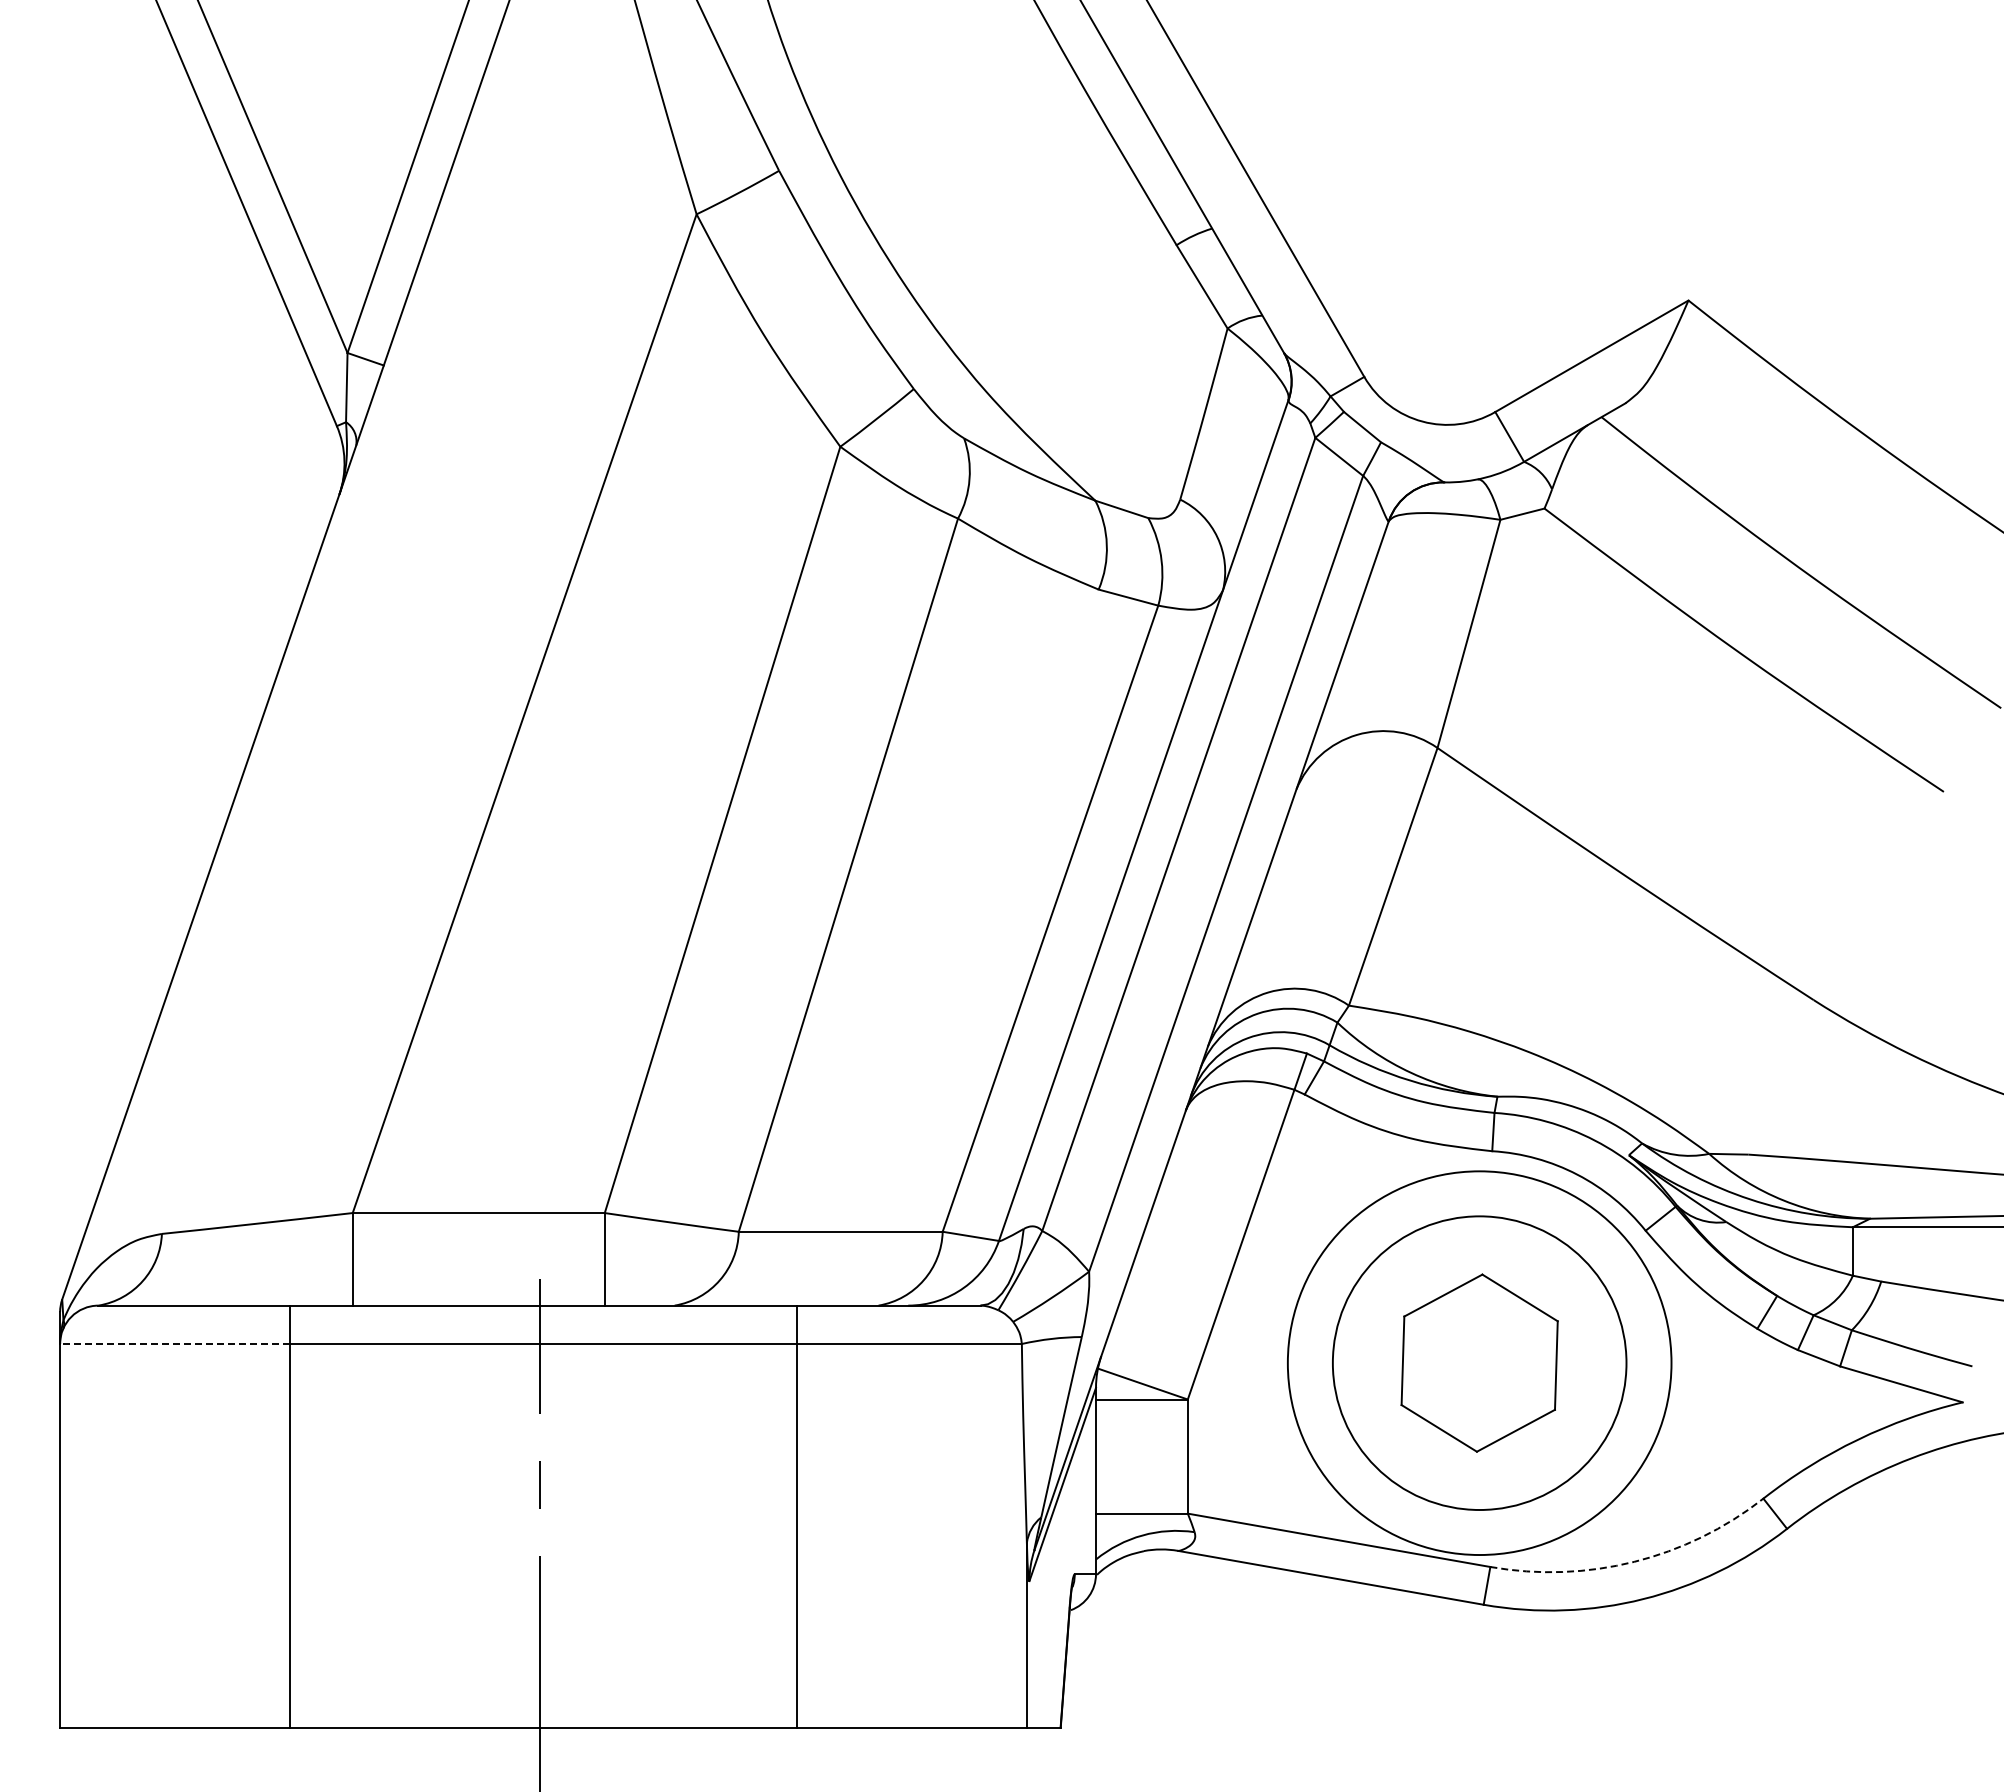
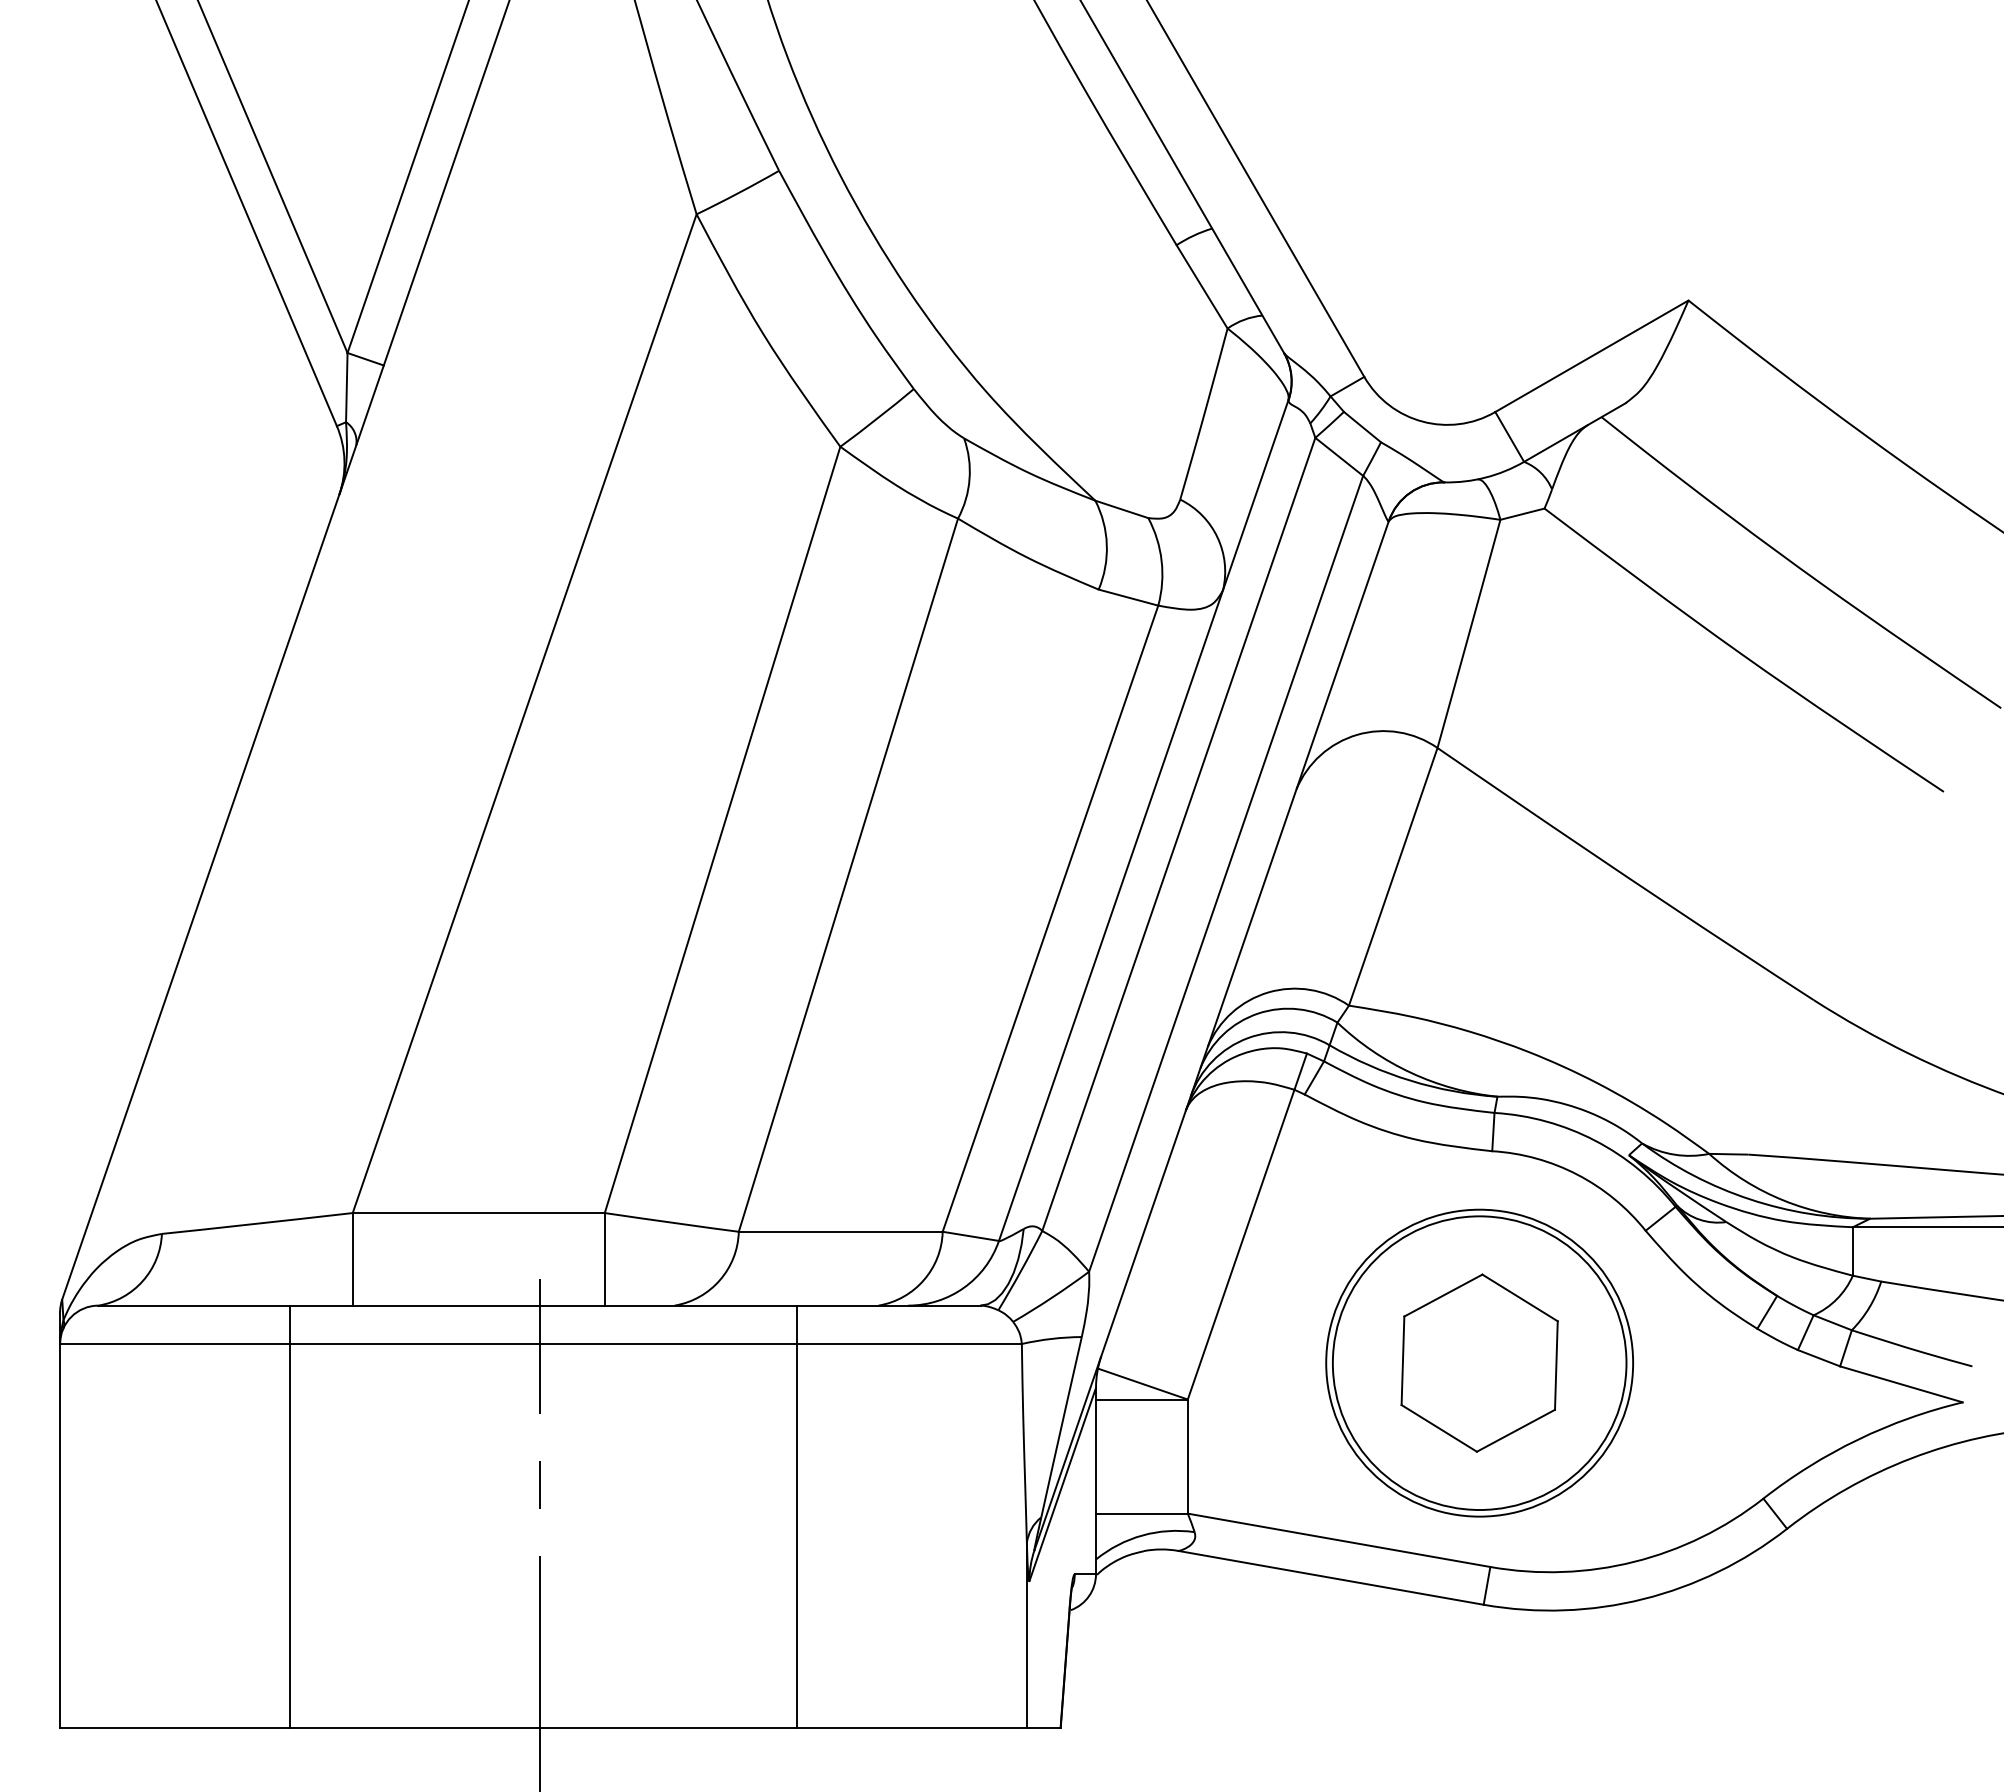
line at (174, 1343): dashed -> solid
circle at (1479, 1363) diameter: 384 px -> 307 px
arc at (1634, 1561): dashed -> solid
